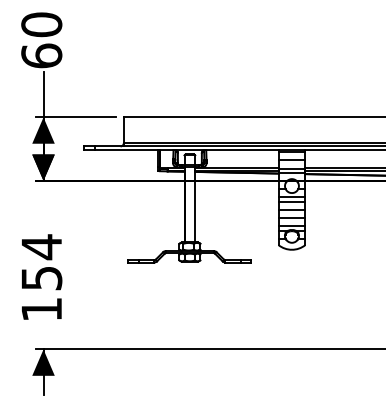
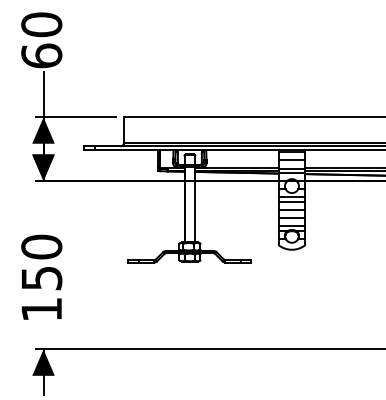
text at (41, 247): 154 -> 150
